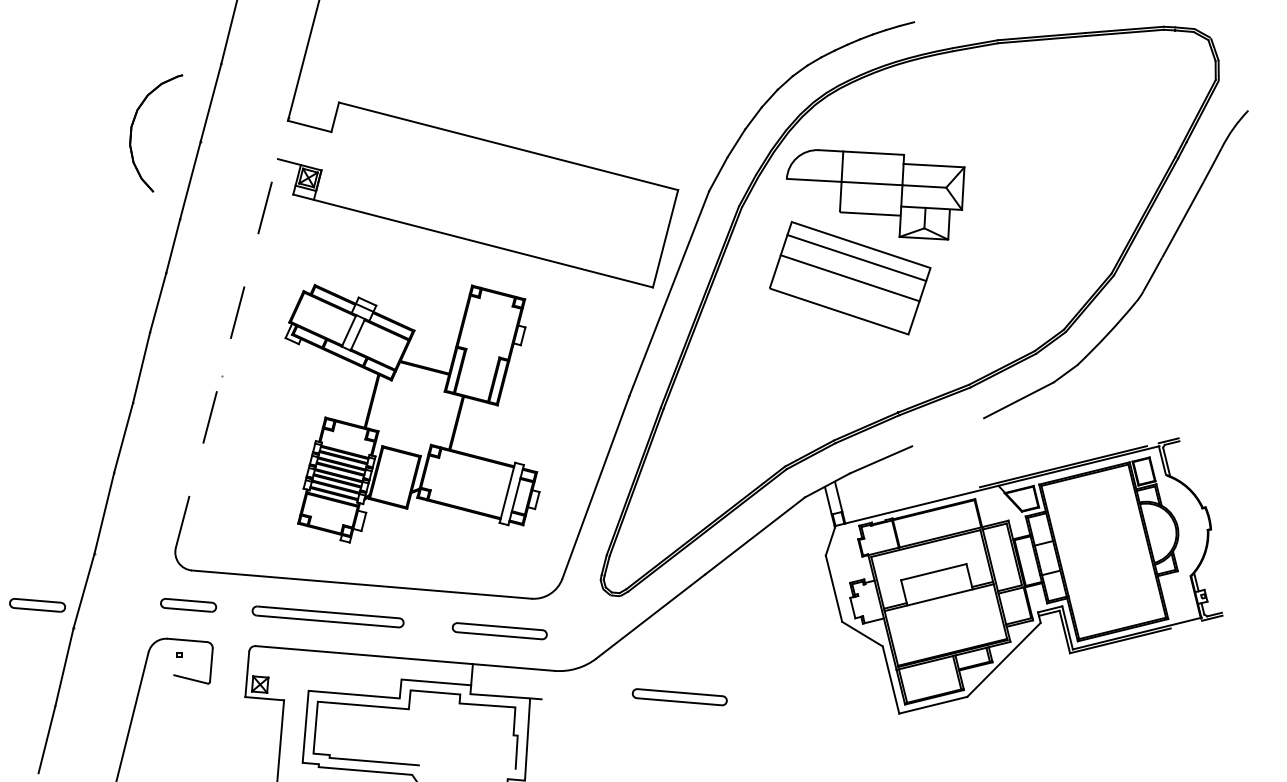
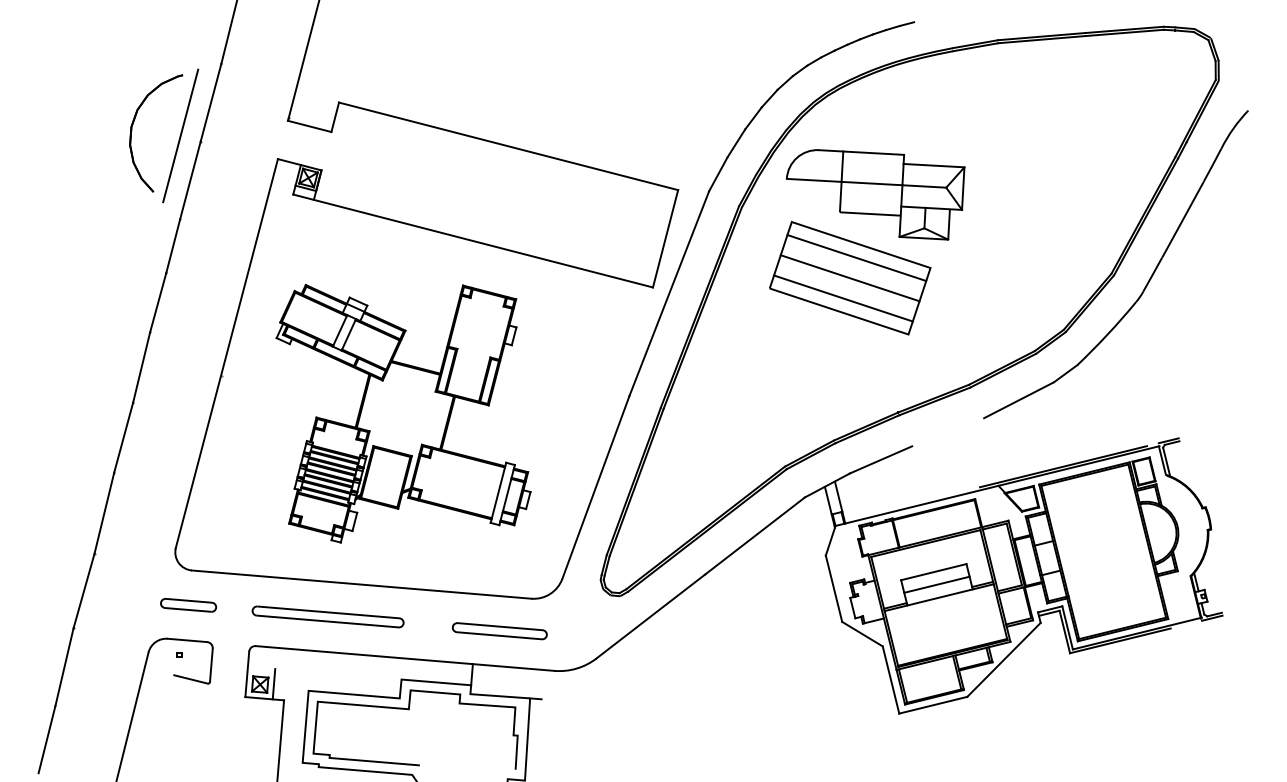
line at (180, 135): none -> present
line at (843, 298): none -> present
line at (226, 353): dashed -> solid
part at (412, 413) position: (412, 413) -> (403, 413)
line at (936, 584): none -> present
part at (37, 605): present -> none
line at (273, 684): none -> present
part at (679, 697): present -> none
